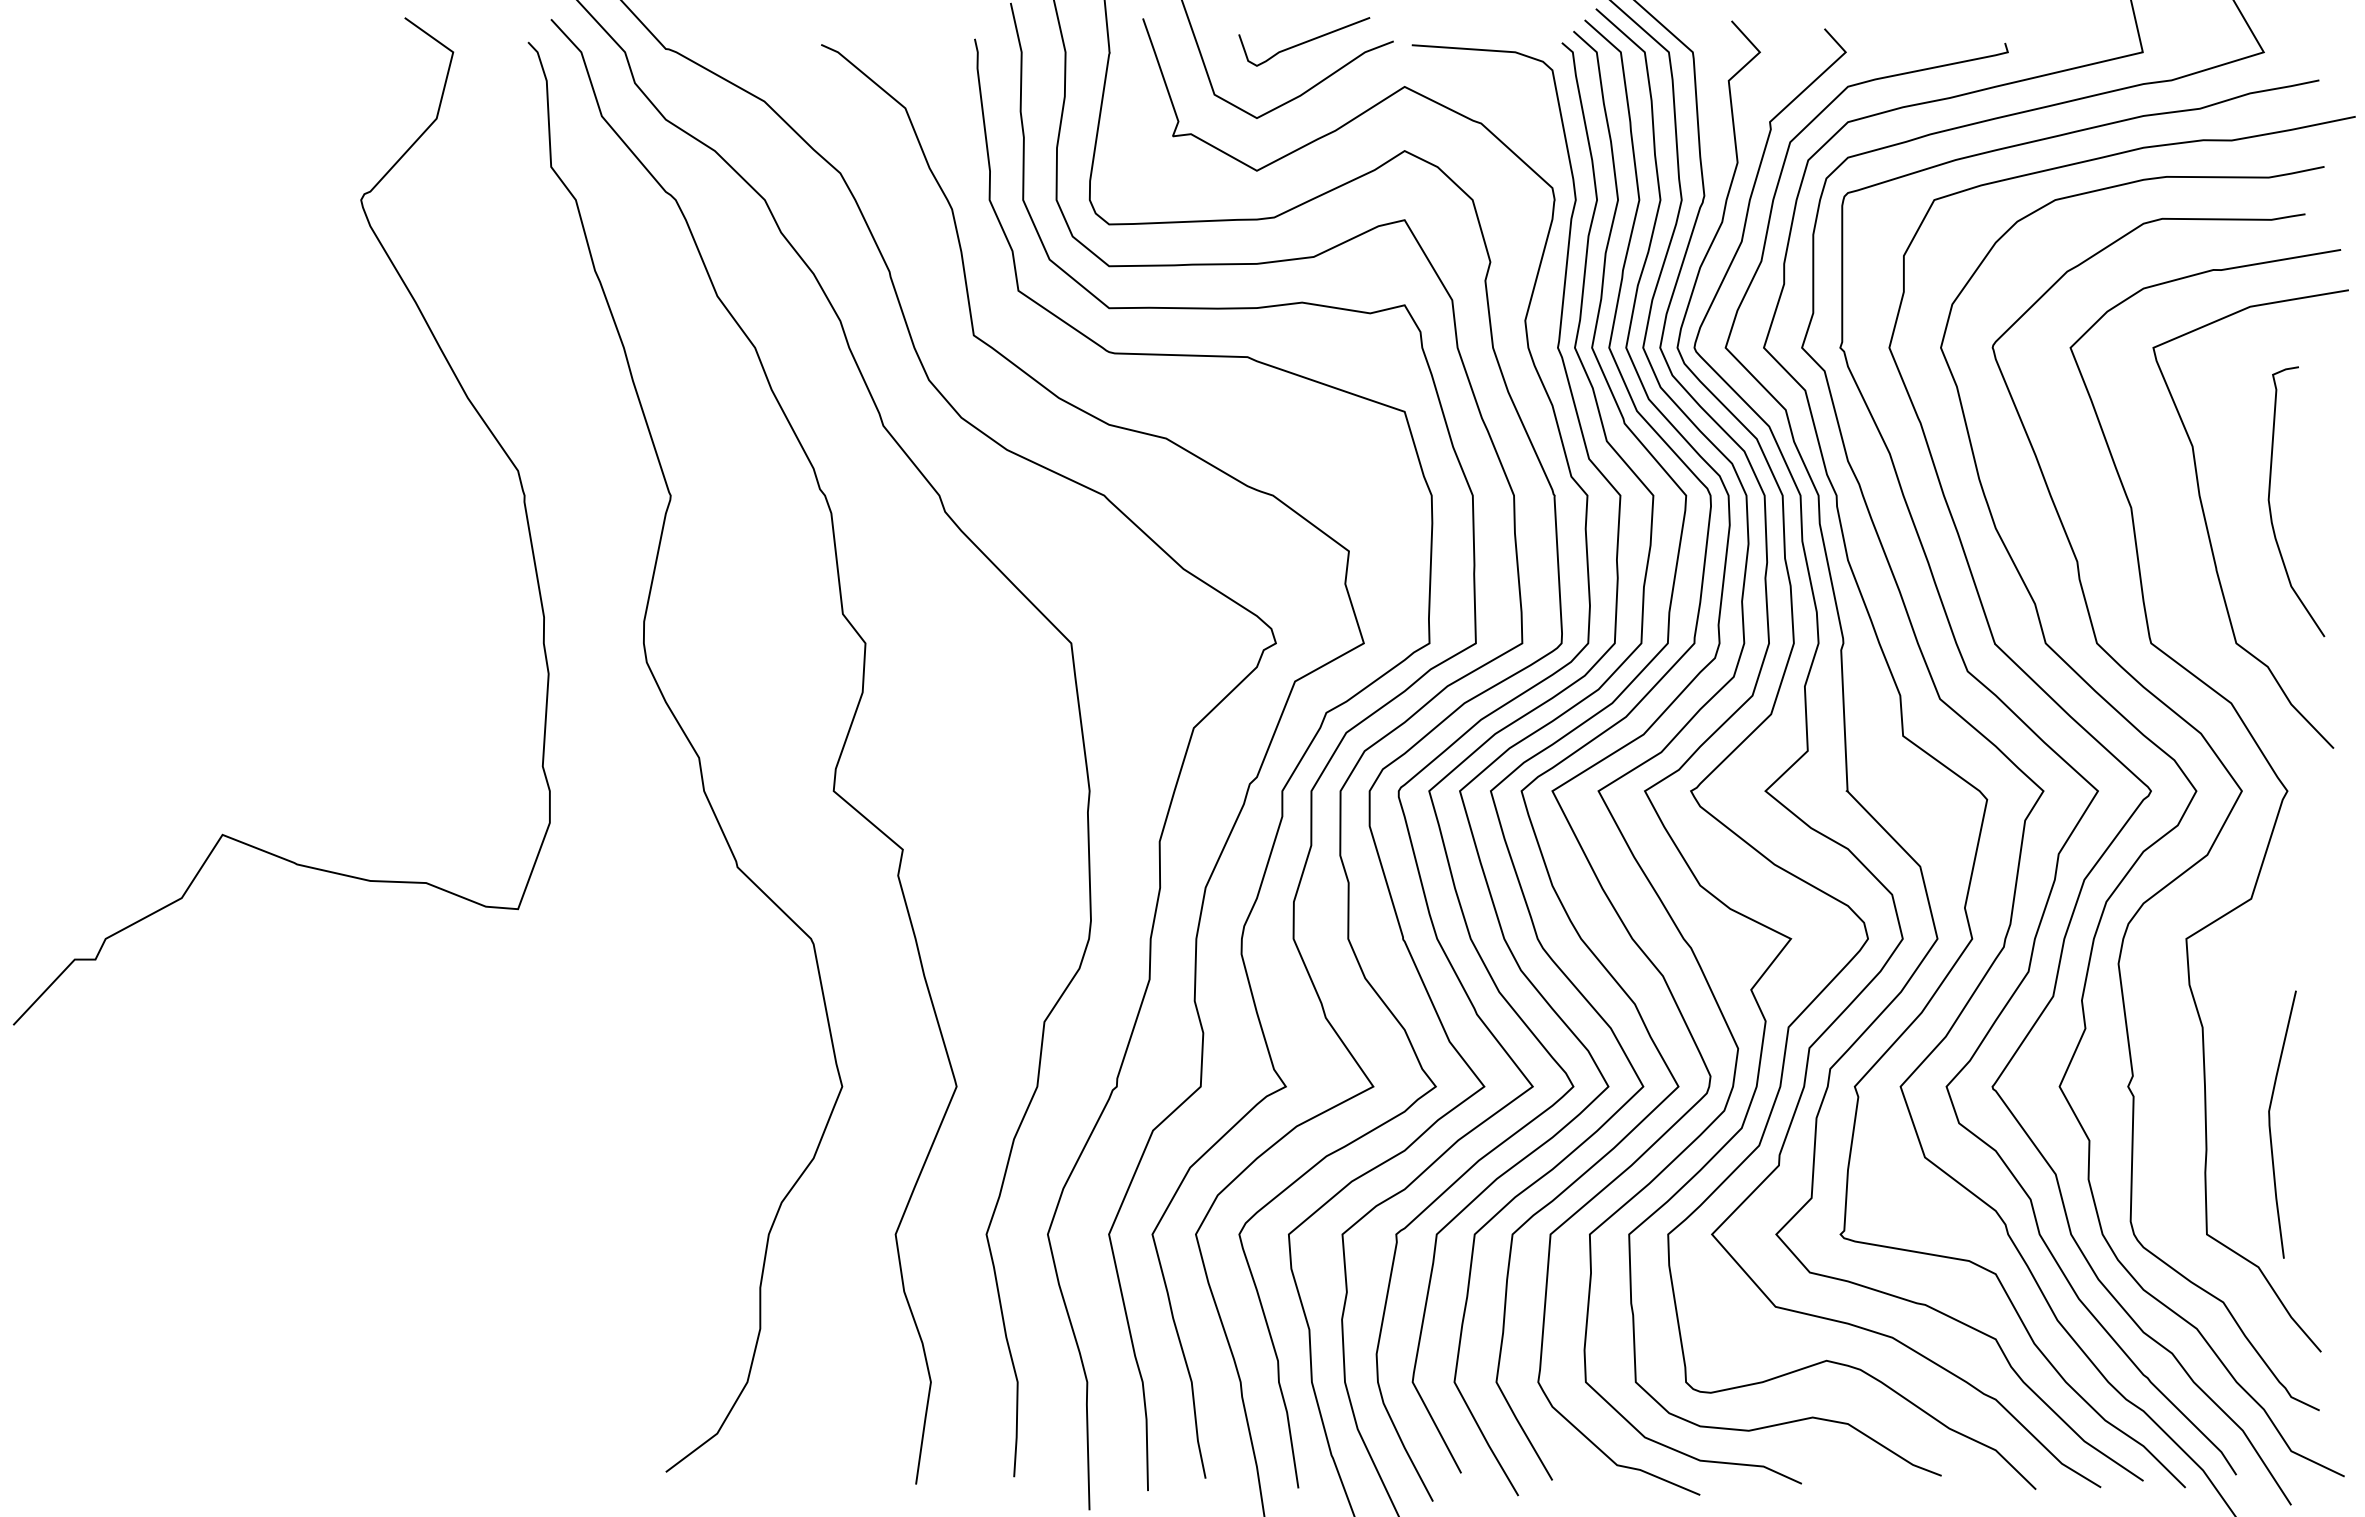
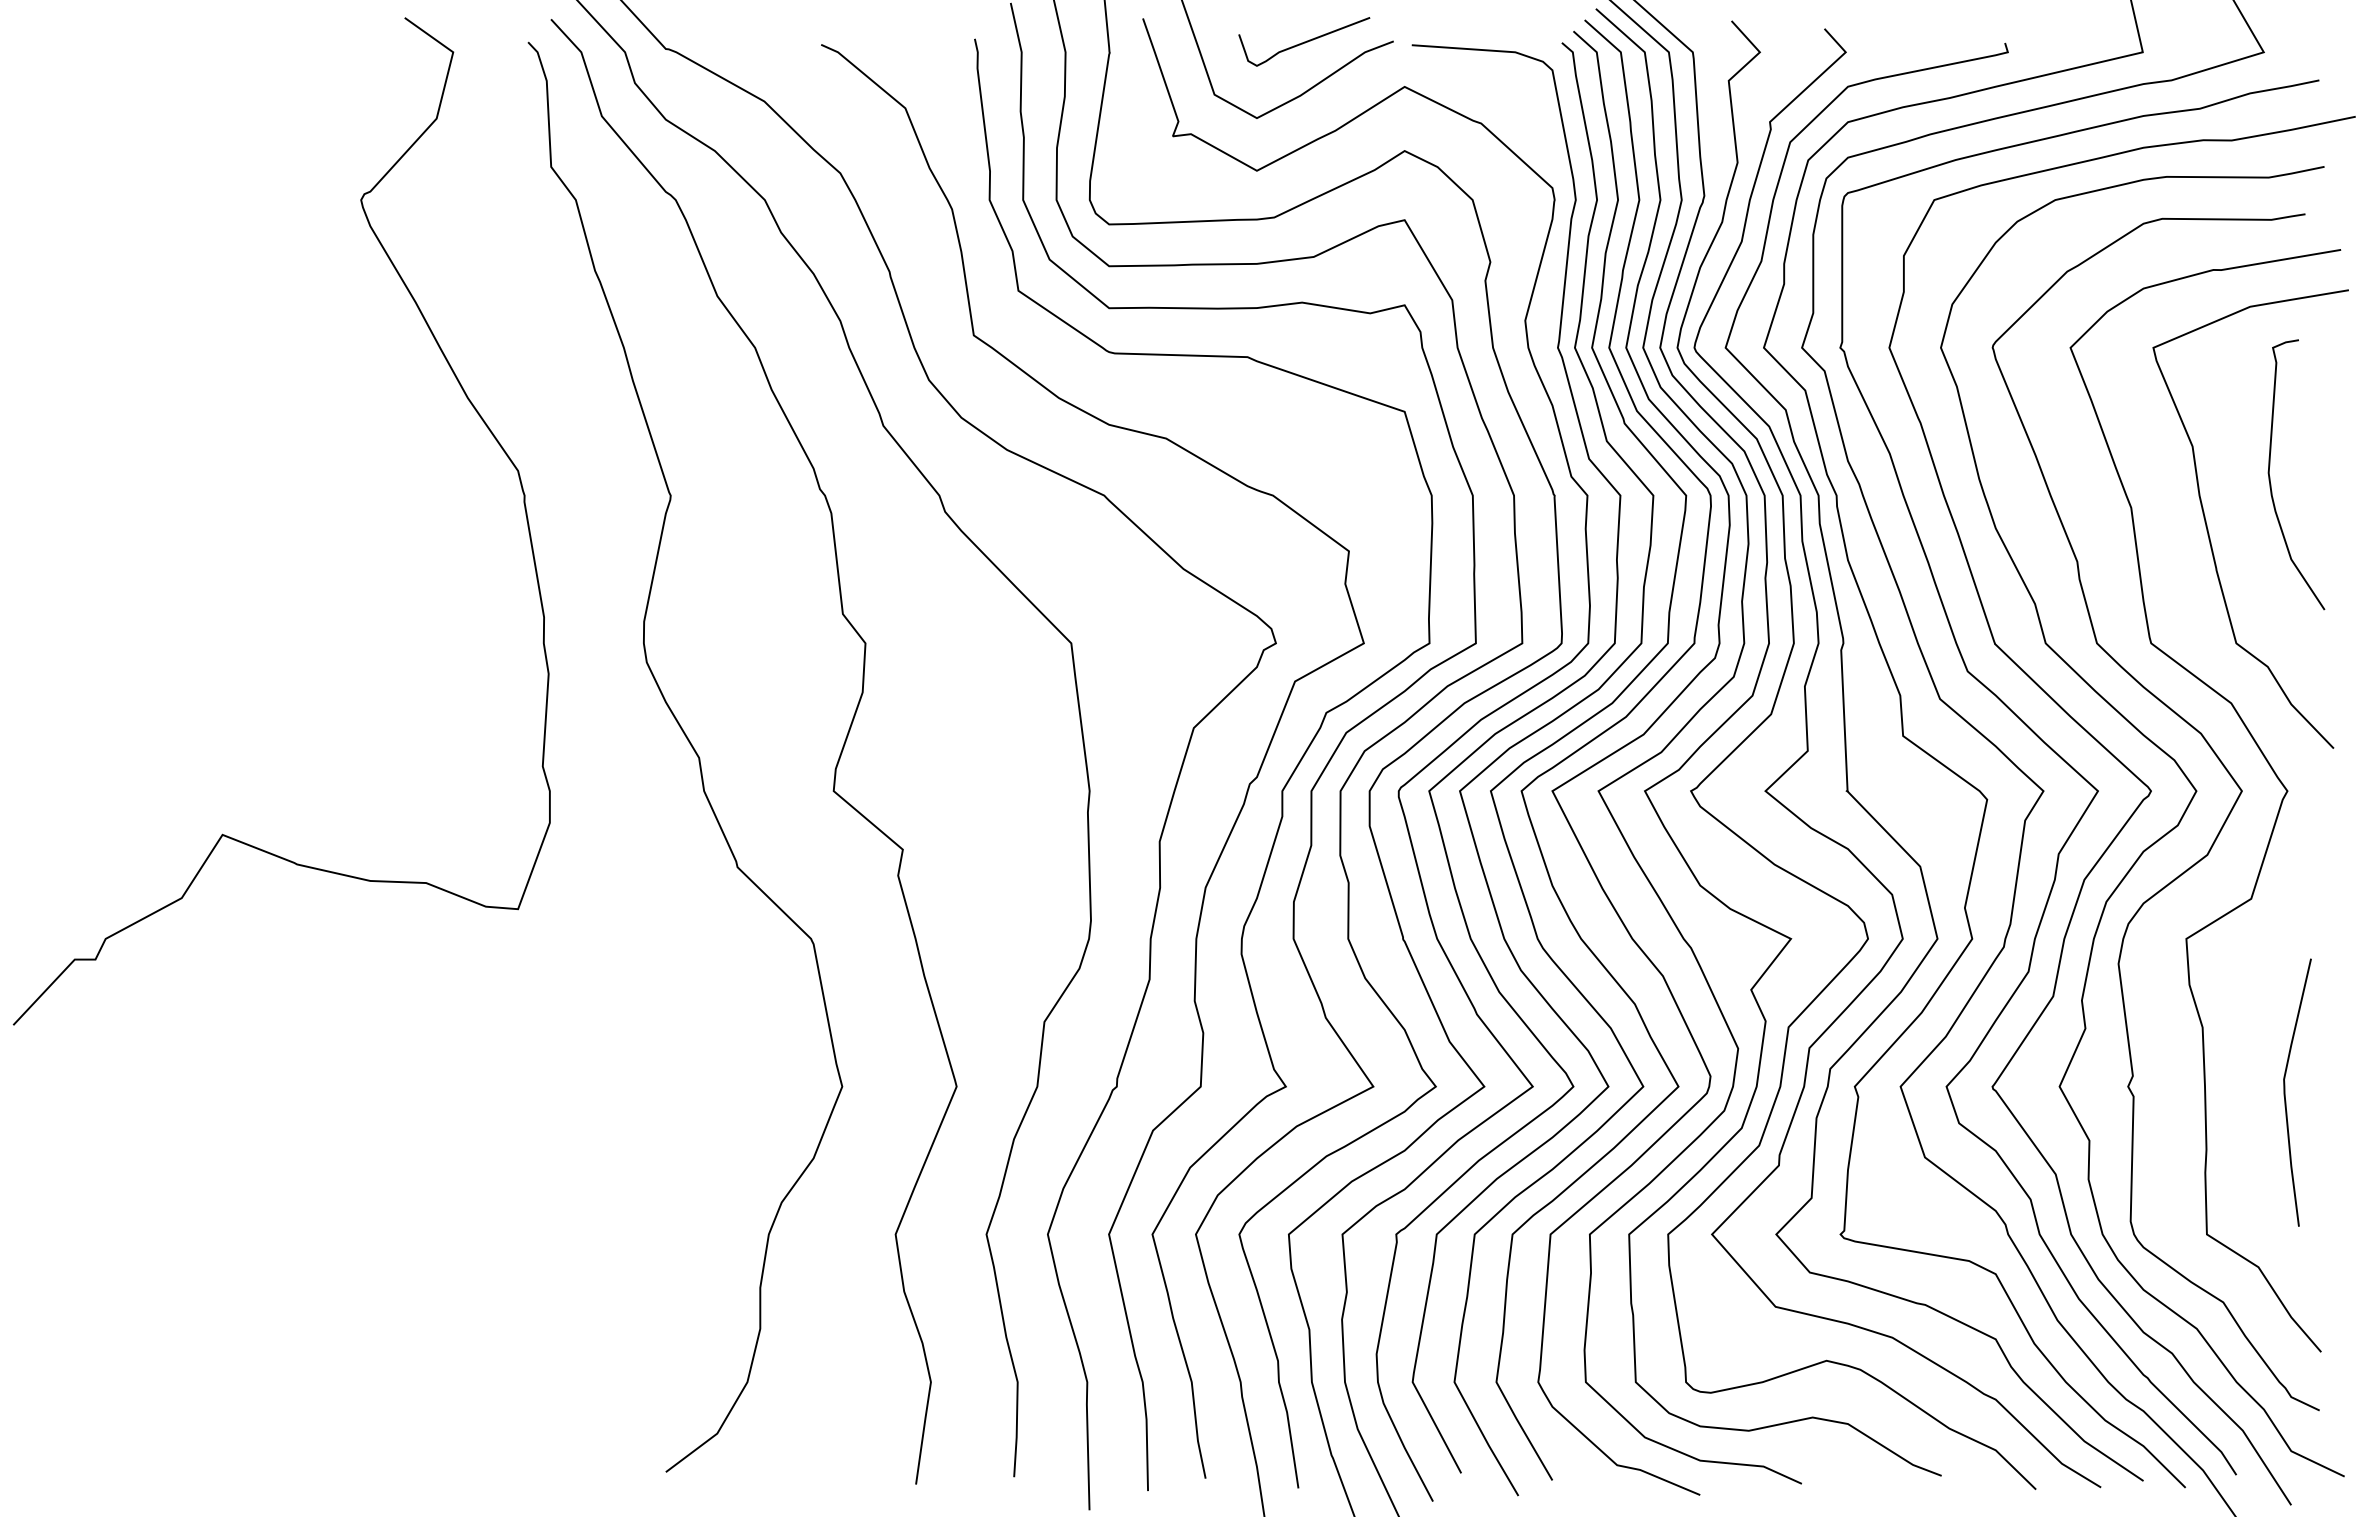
curve at (2270, 503) position: (2270, 503) -> (2270, 476)
curve at (2270, 1124) position: (2270, 1124) -> (2285, 1092)
